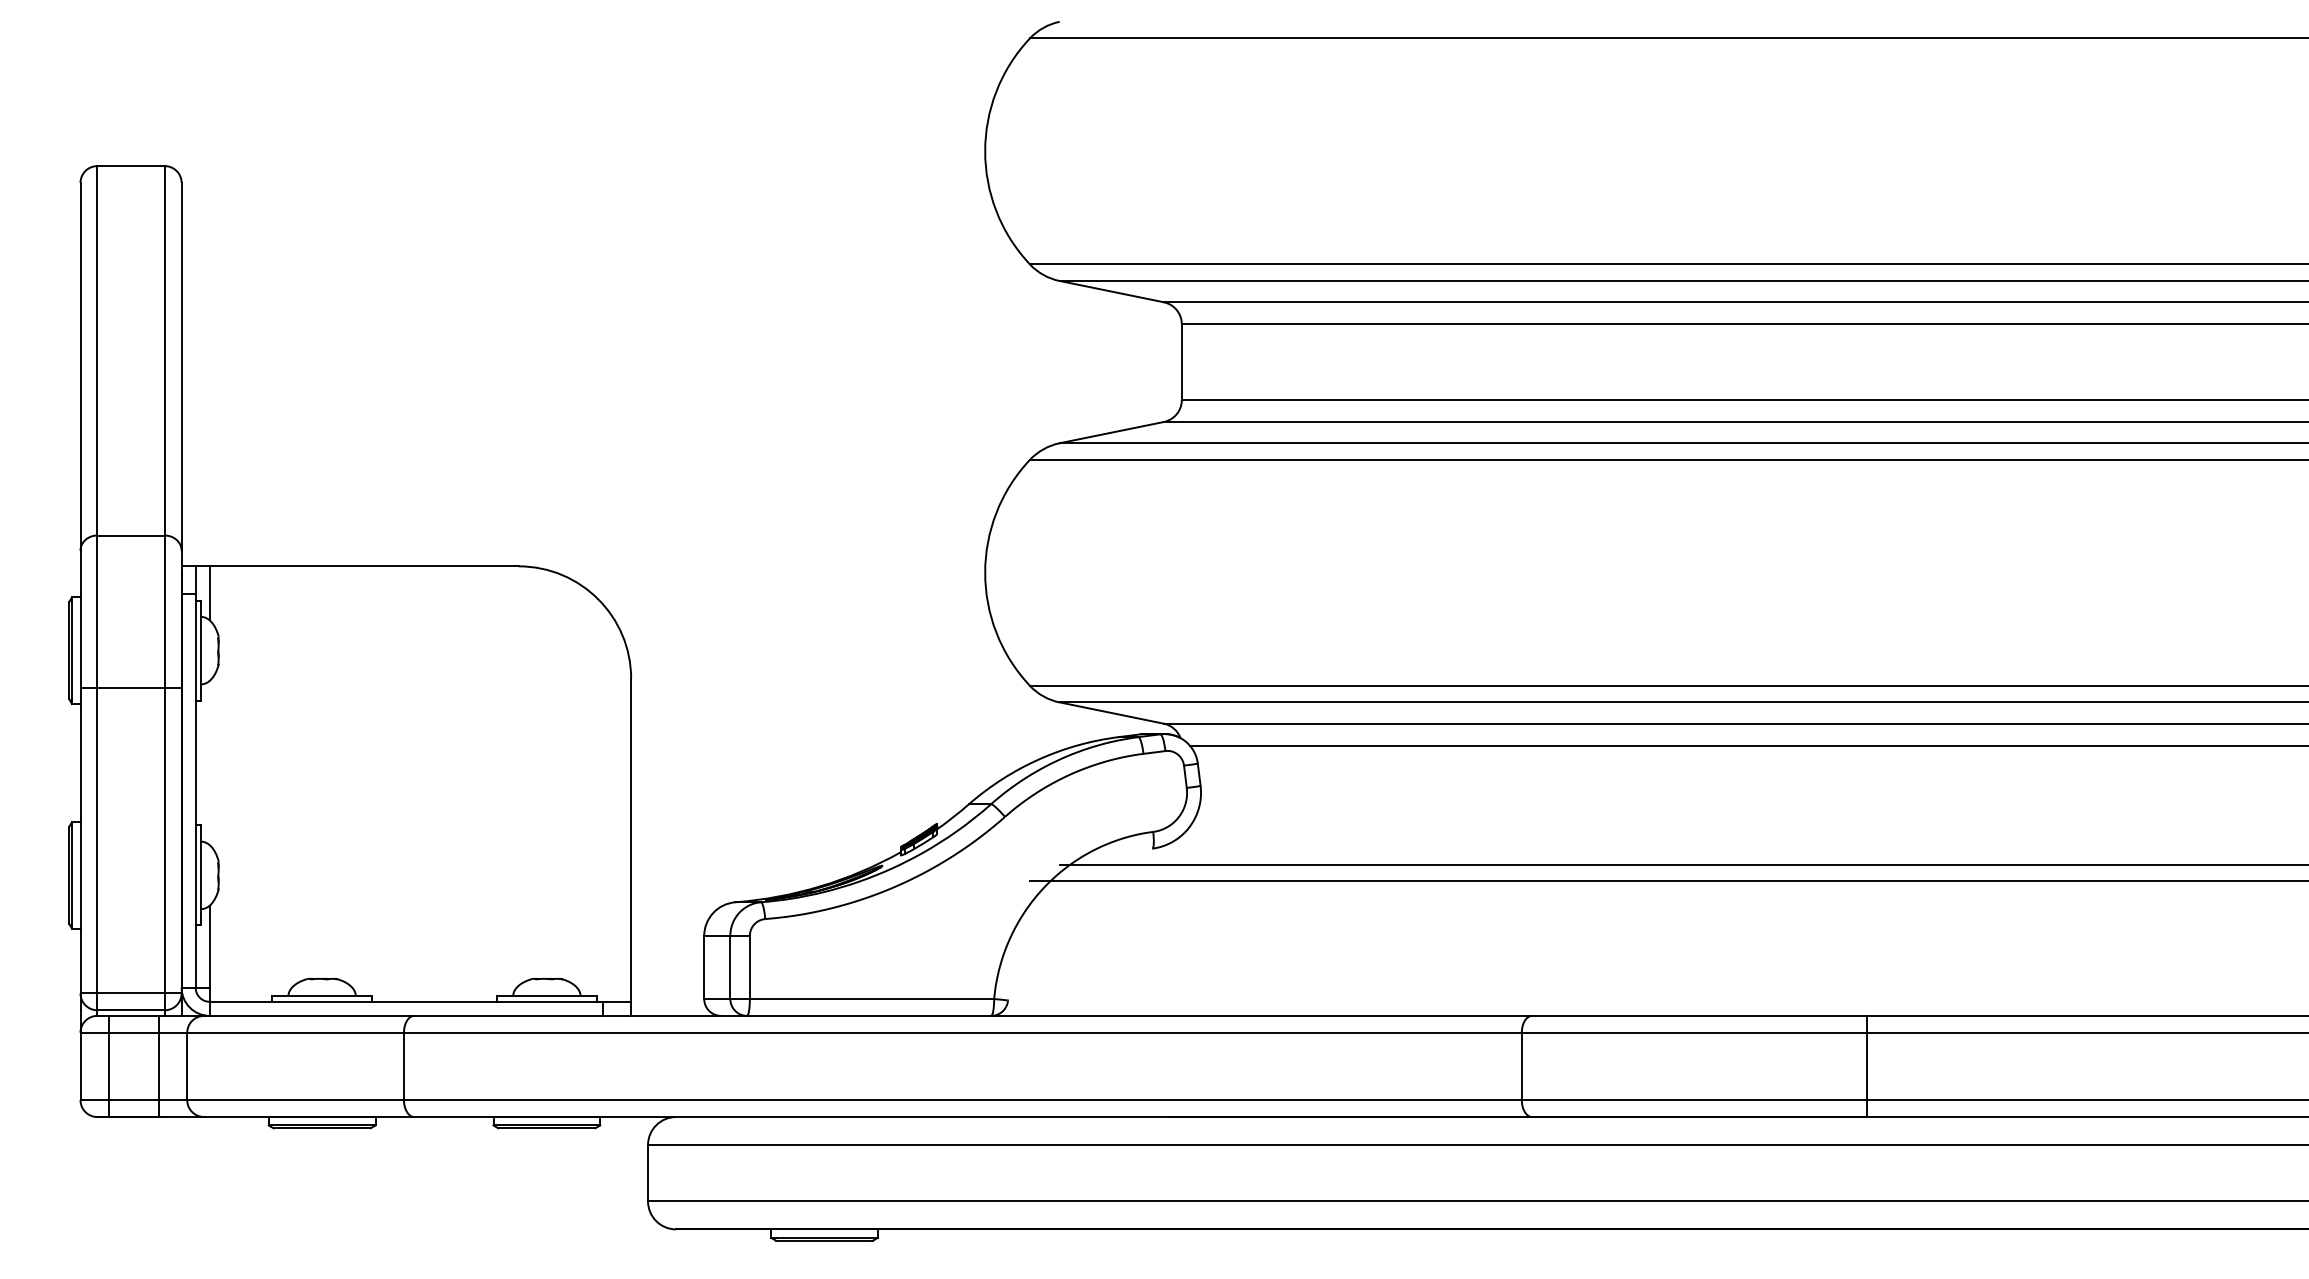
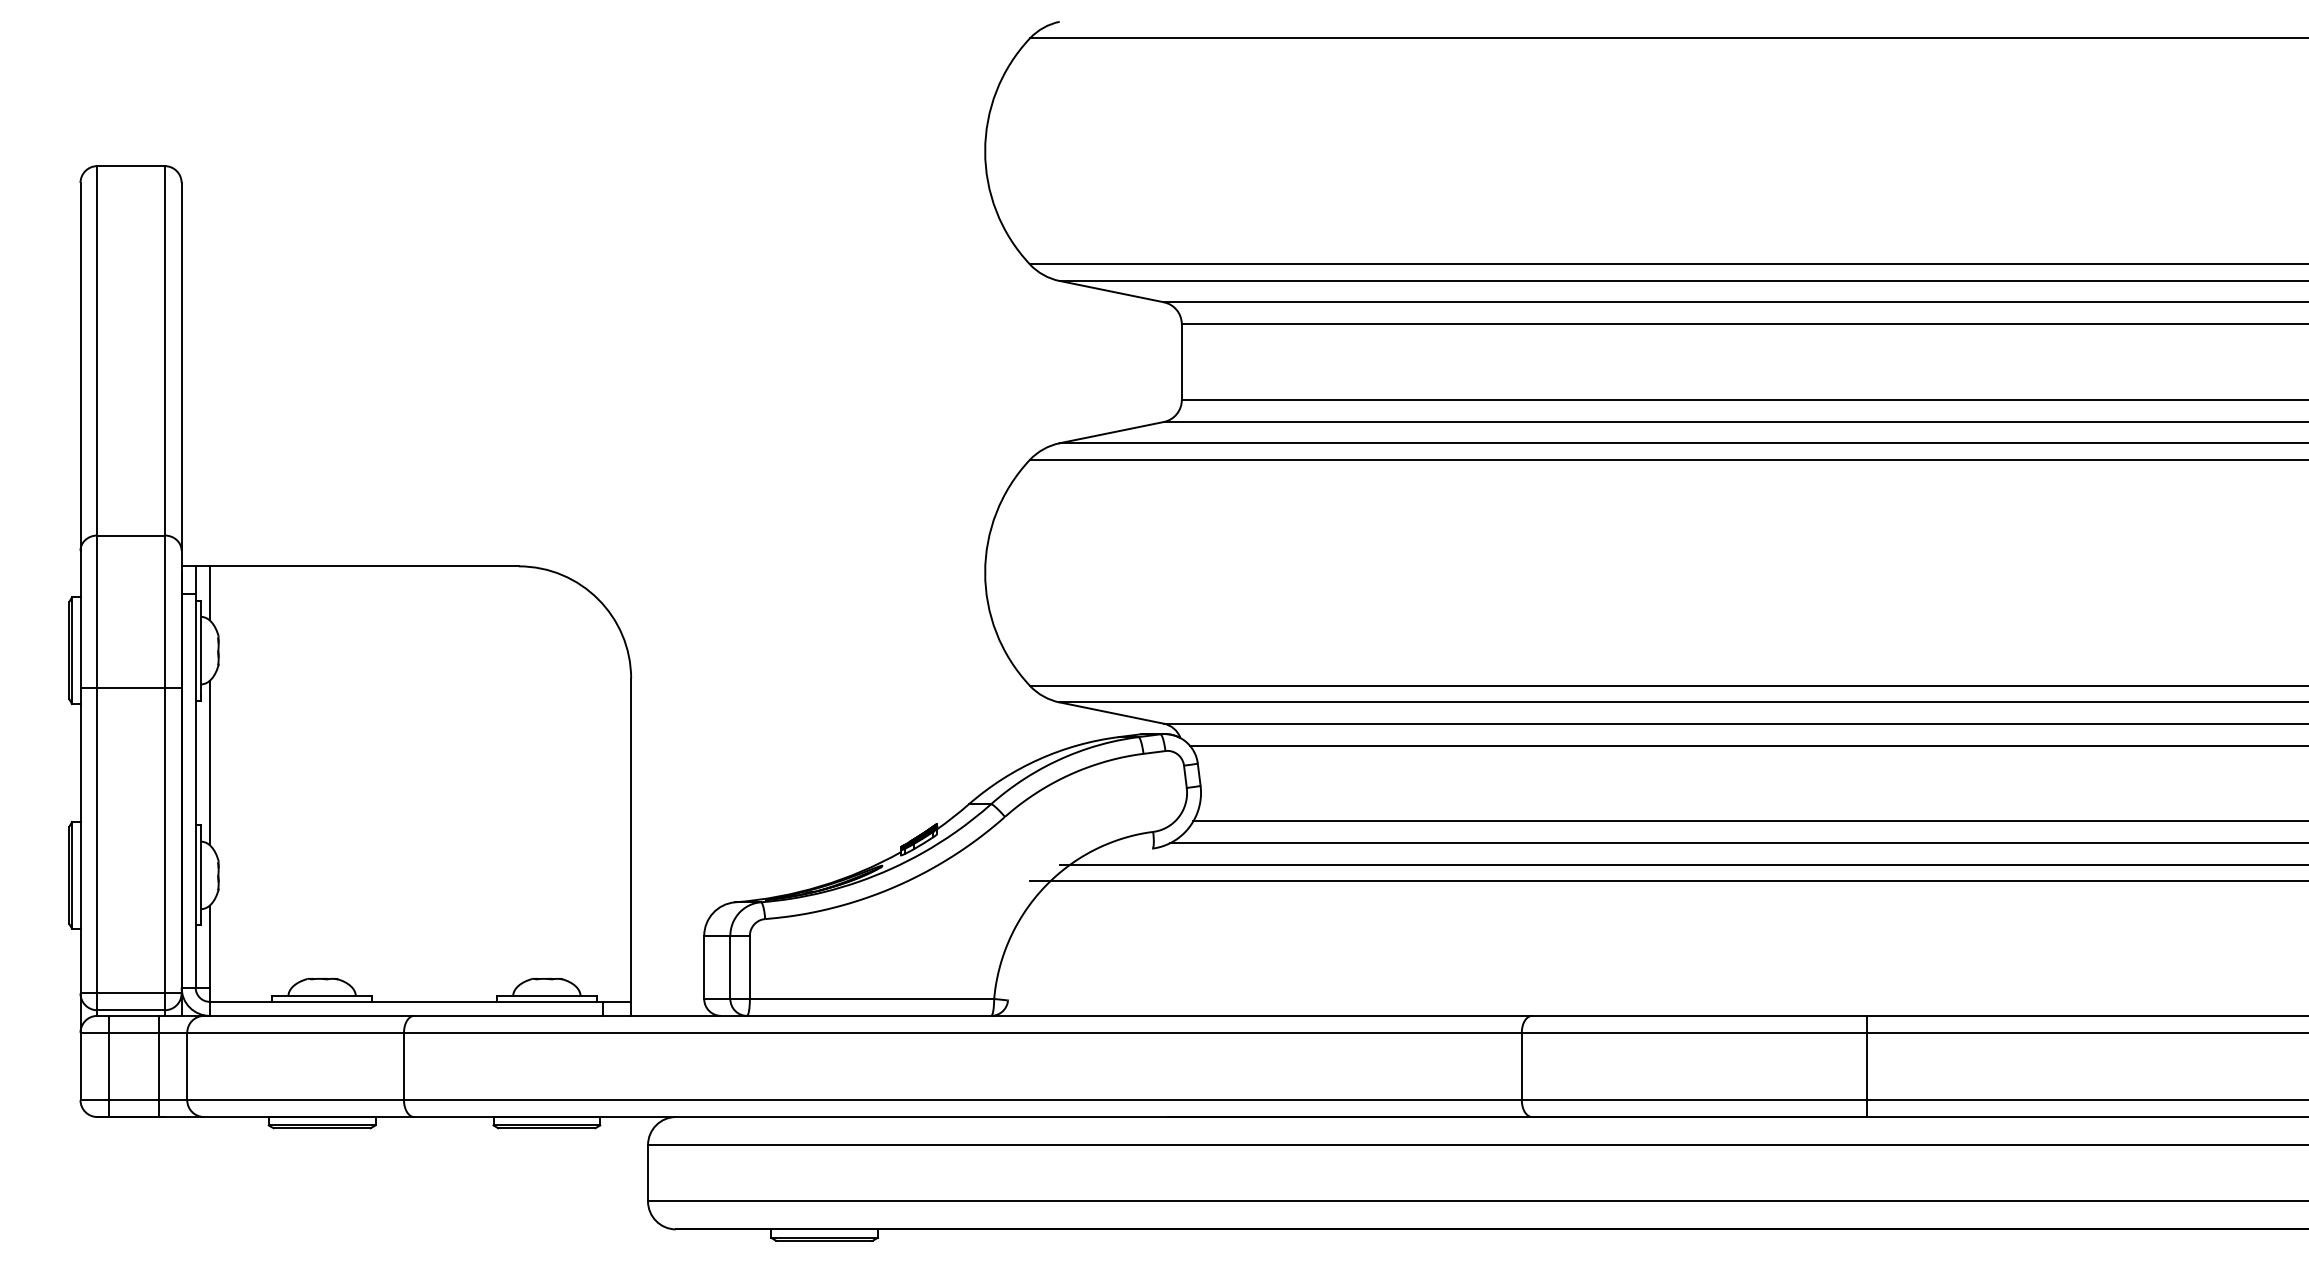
line at (209, 762): none -> present
line at (1749, 821): none -> present
line at (1737, 843): none -> present
